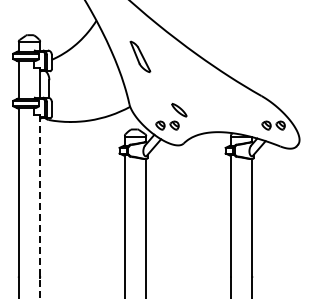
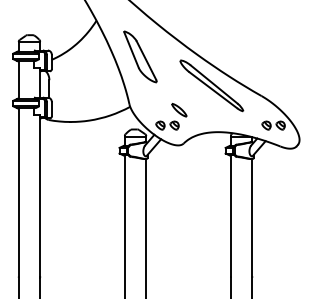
part at (140, 56) size: 23x33 px -> 35x54 px
part at (211, 85): none -> present
line at (39, 207): dashed -> solid
